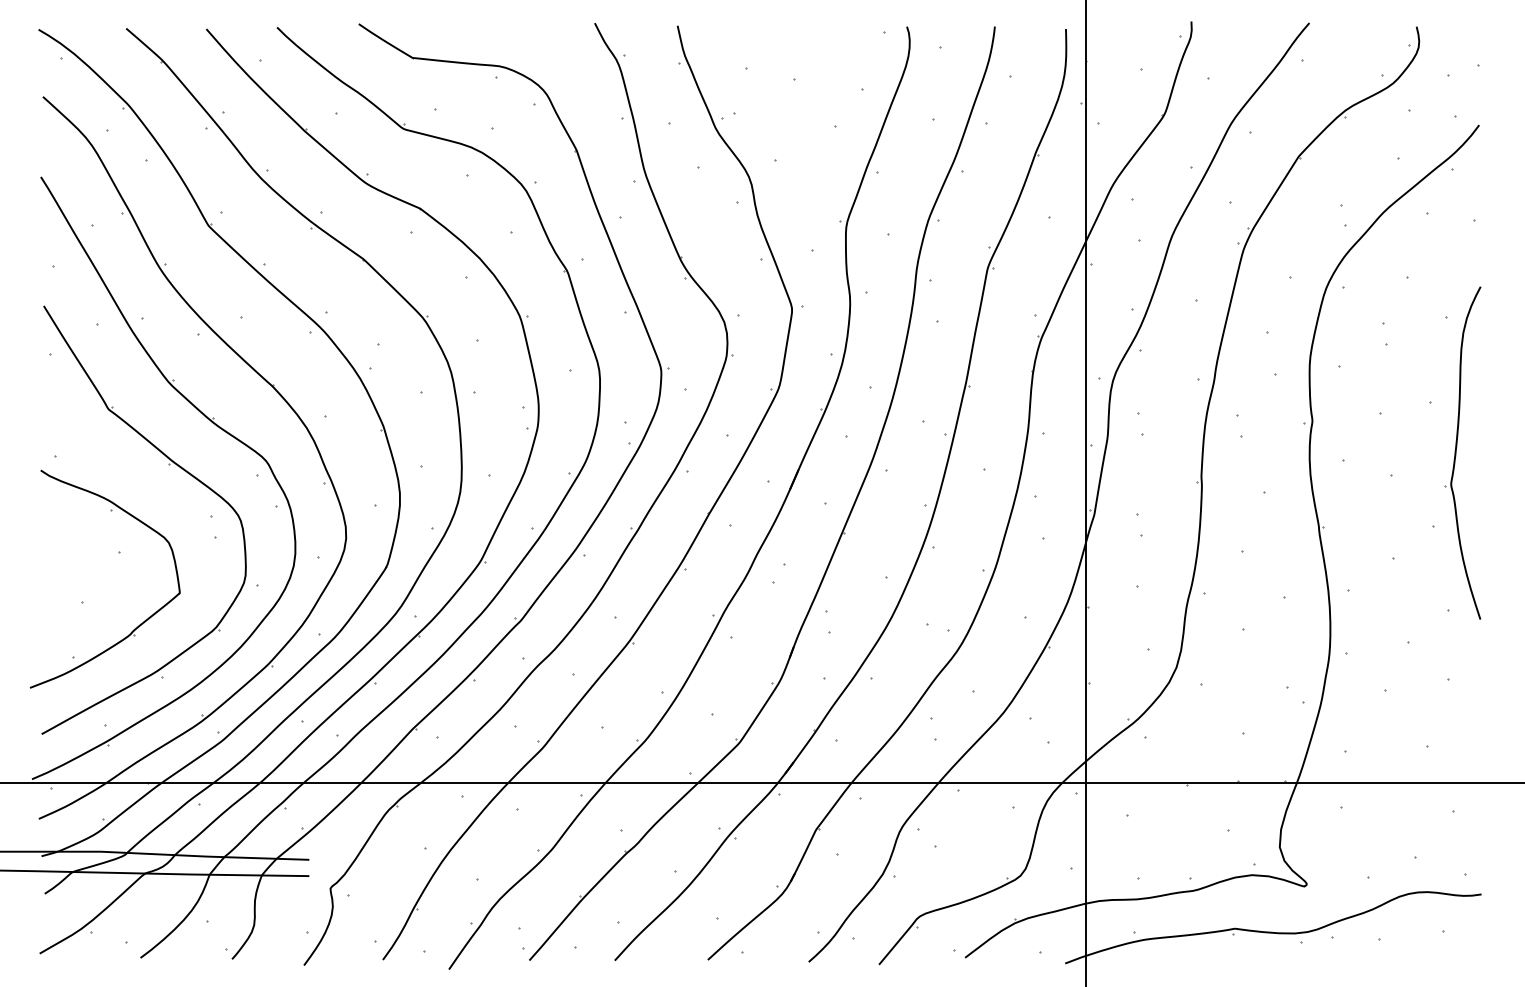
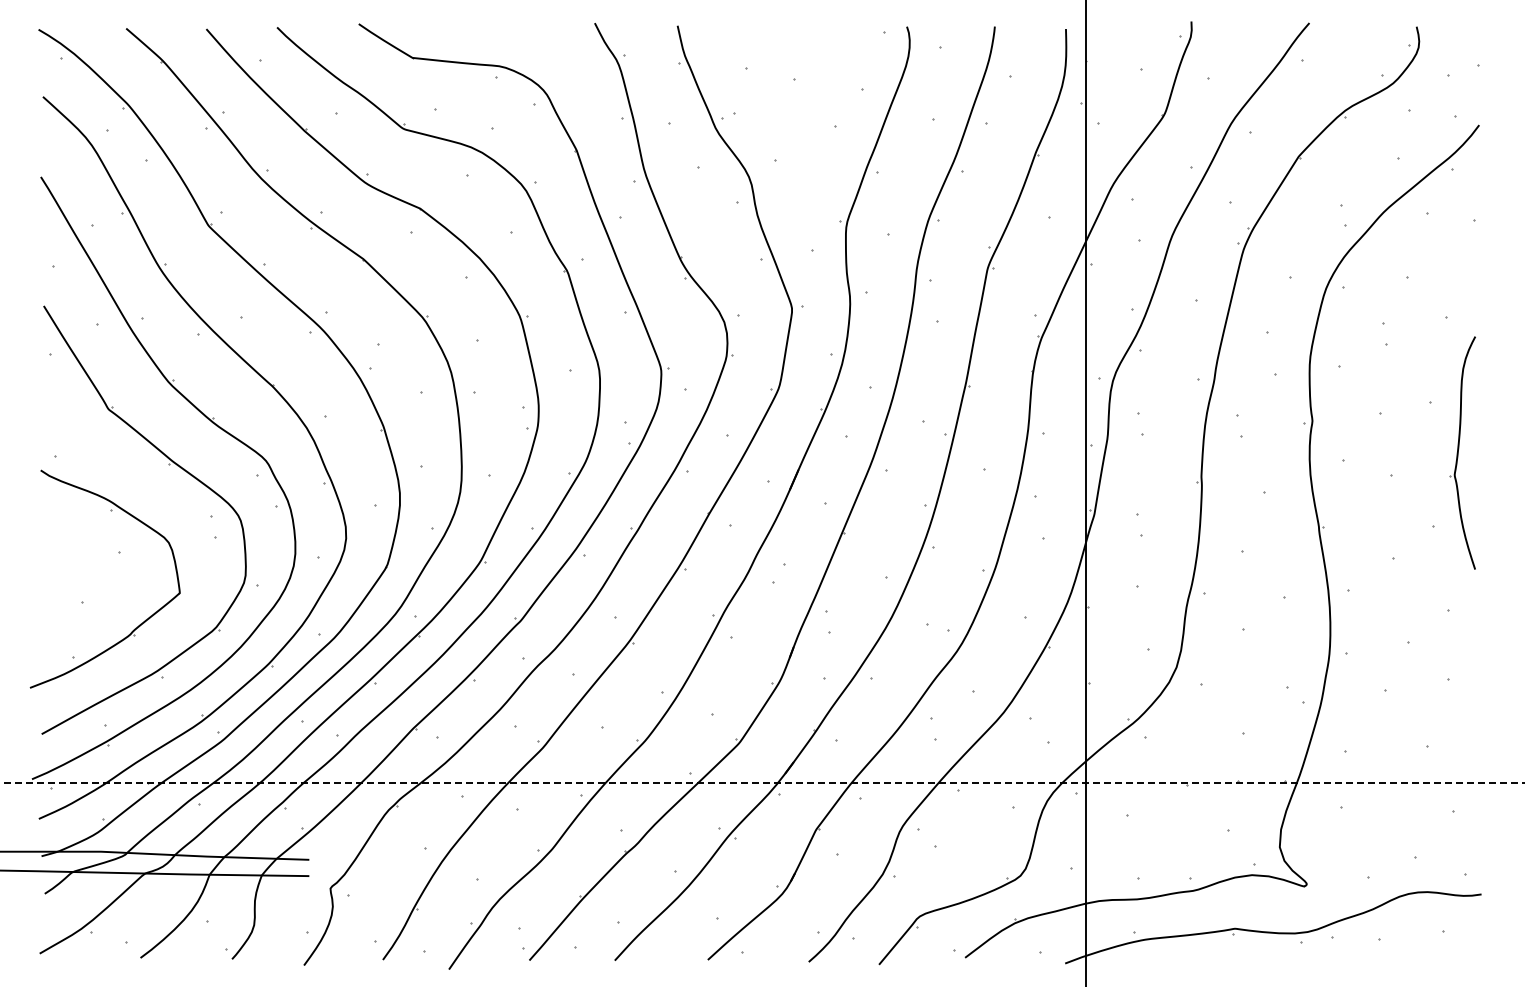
part at (1462, 452) size: 38x334 px -> 27x234 px
line at (762, 783): solid -> dashed
